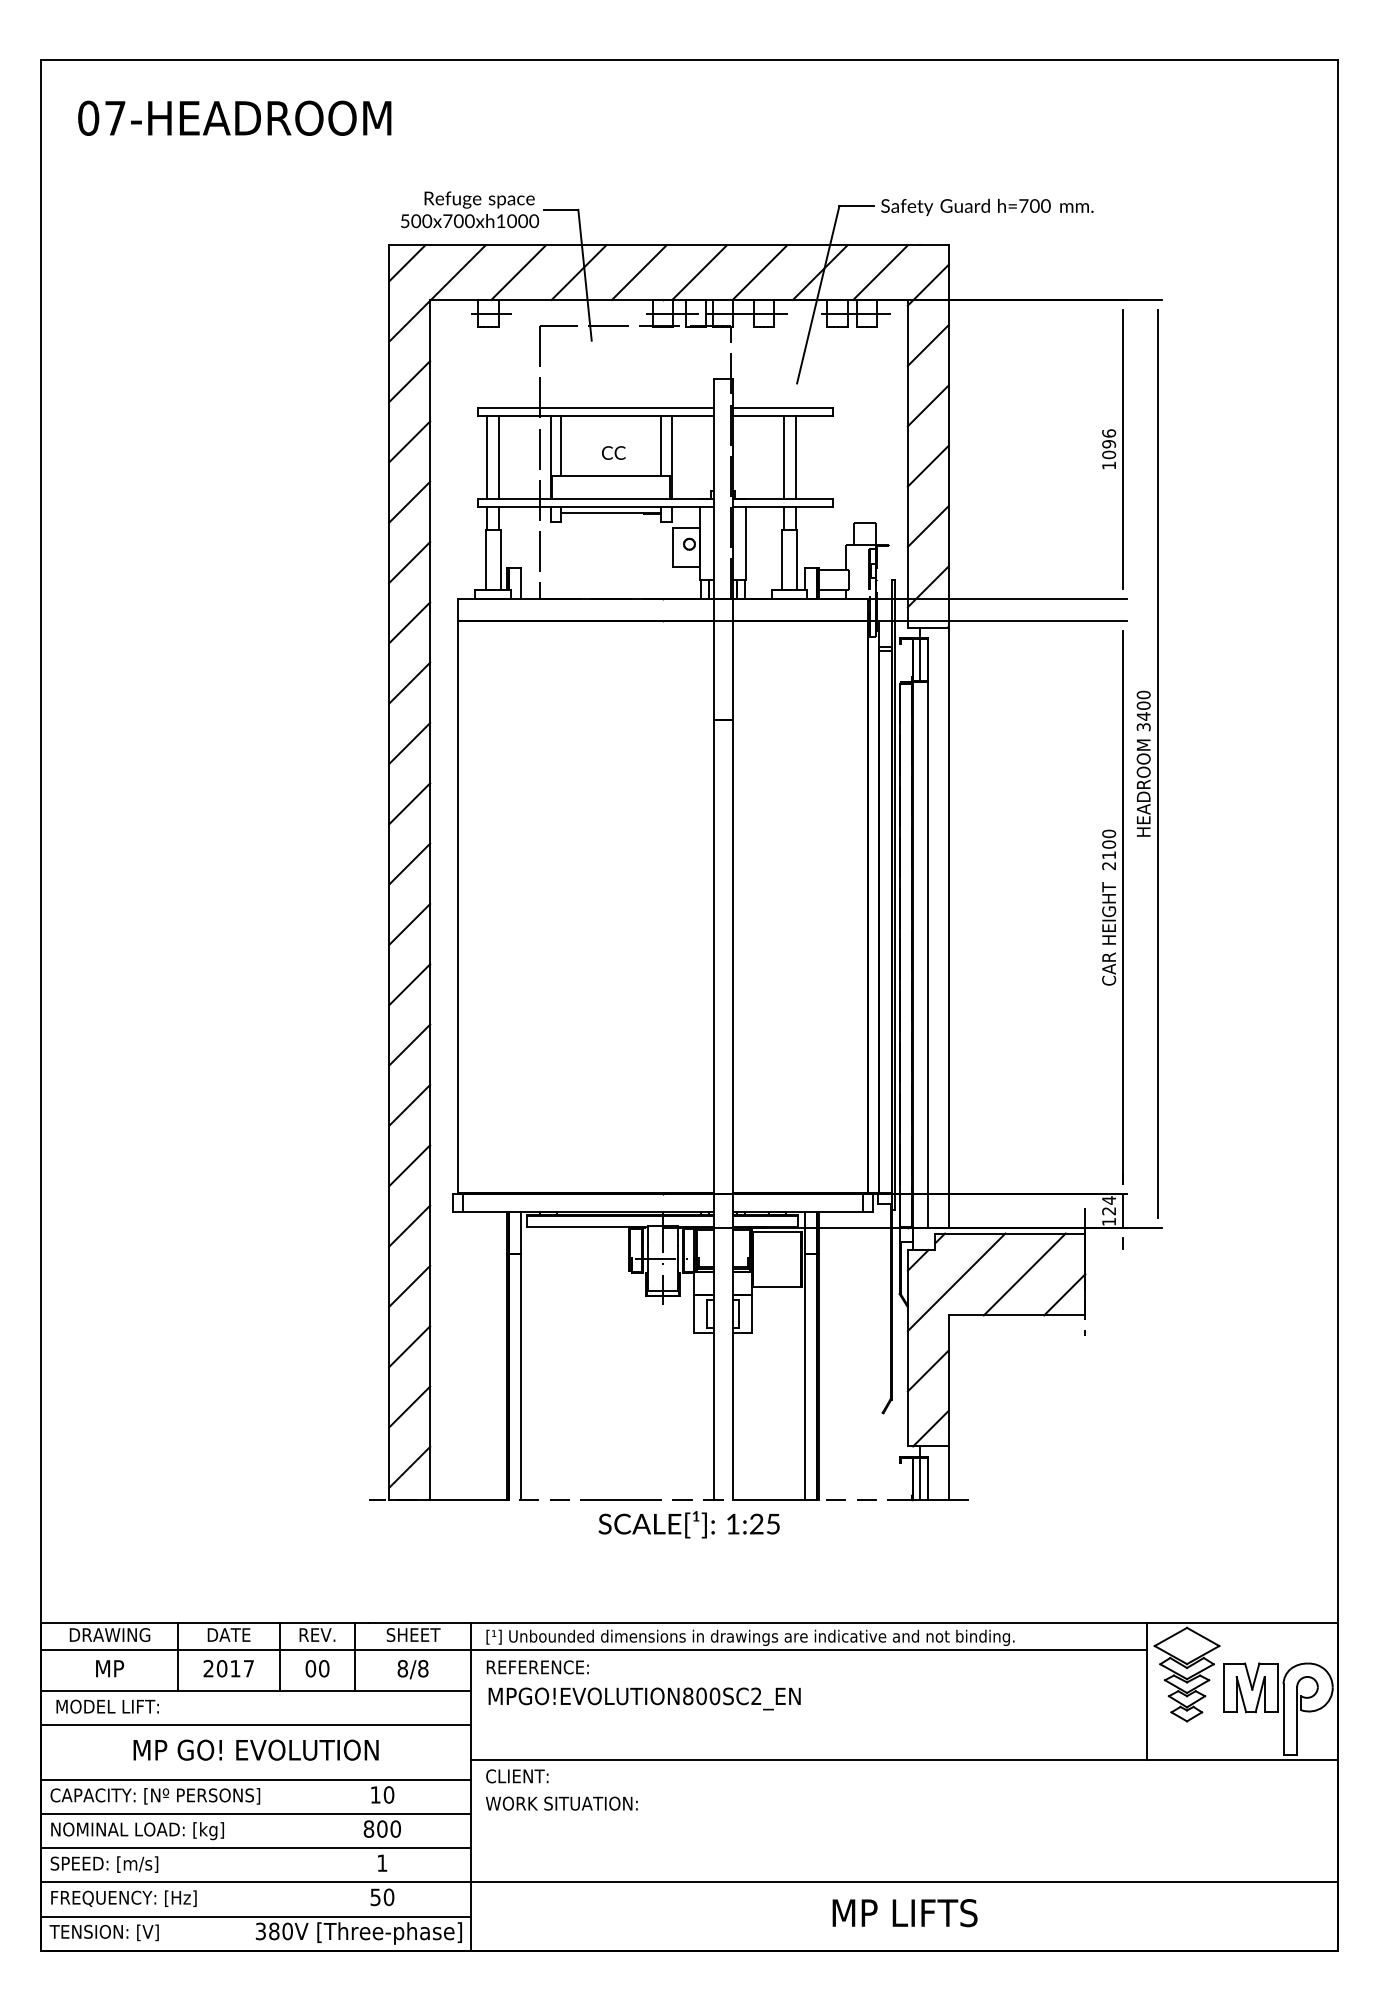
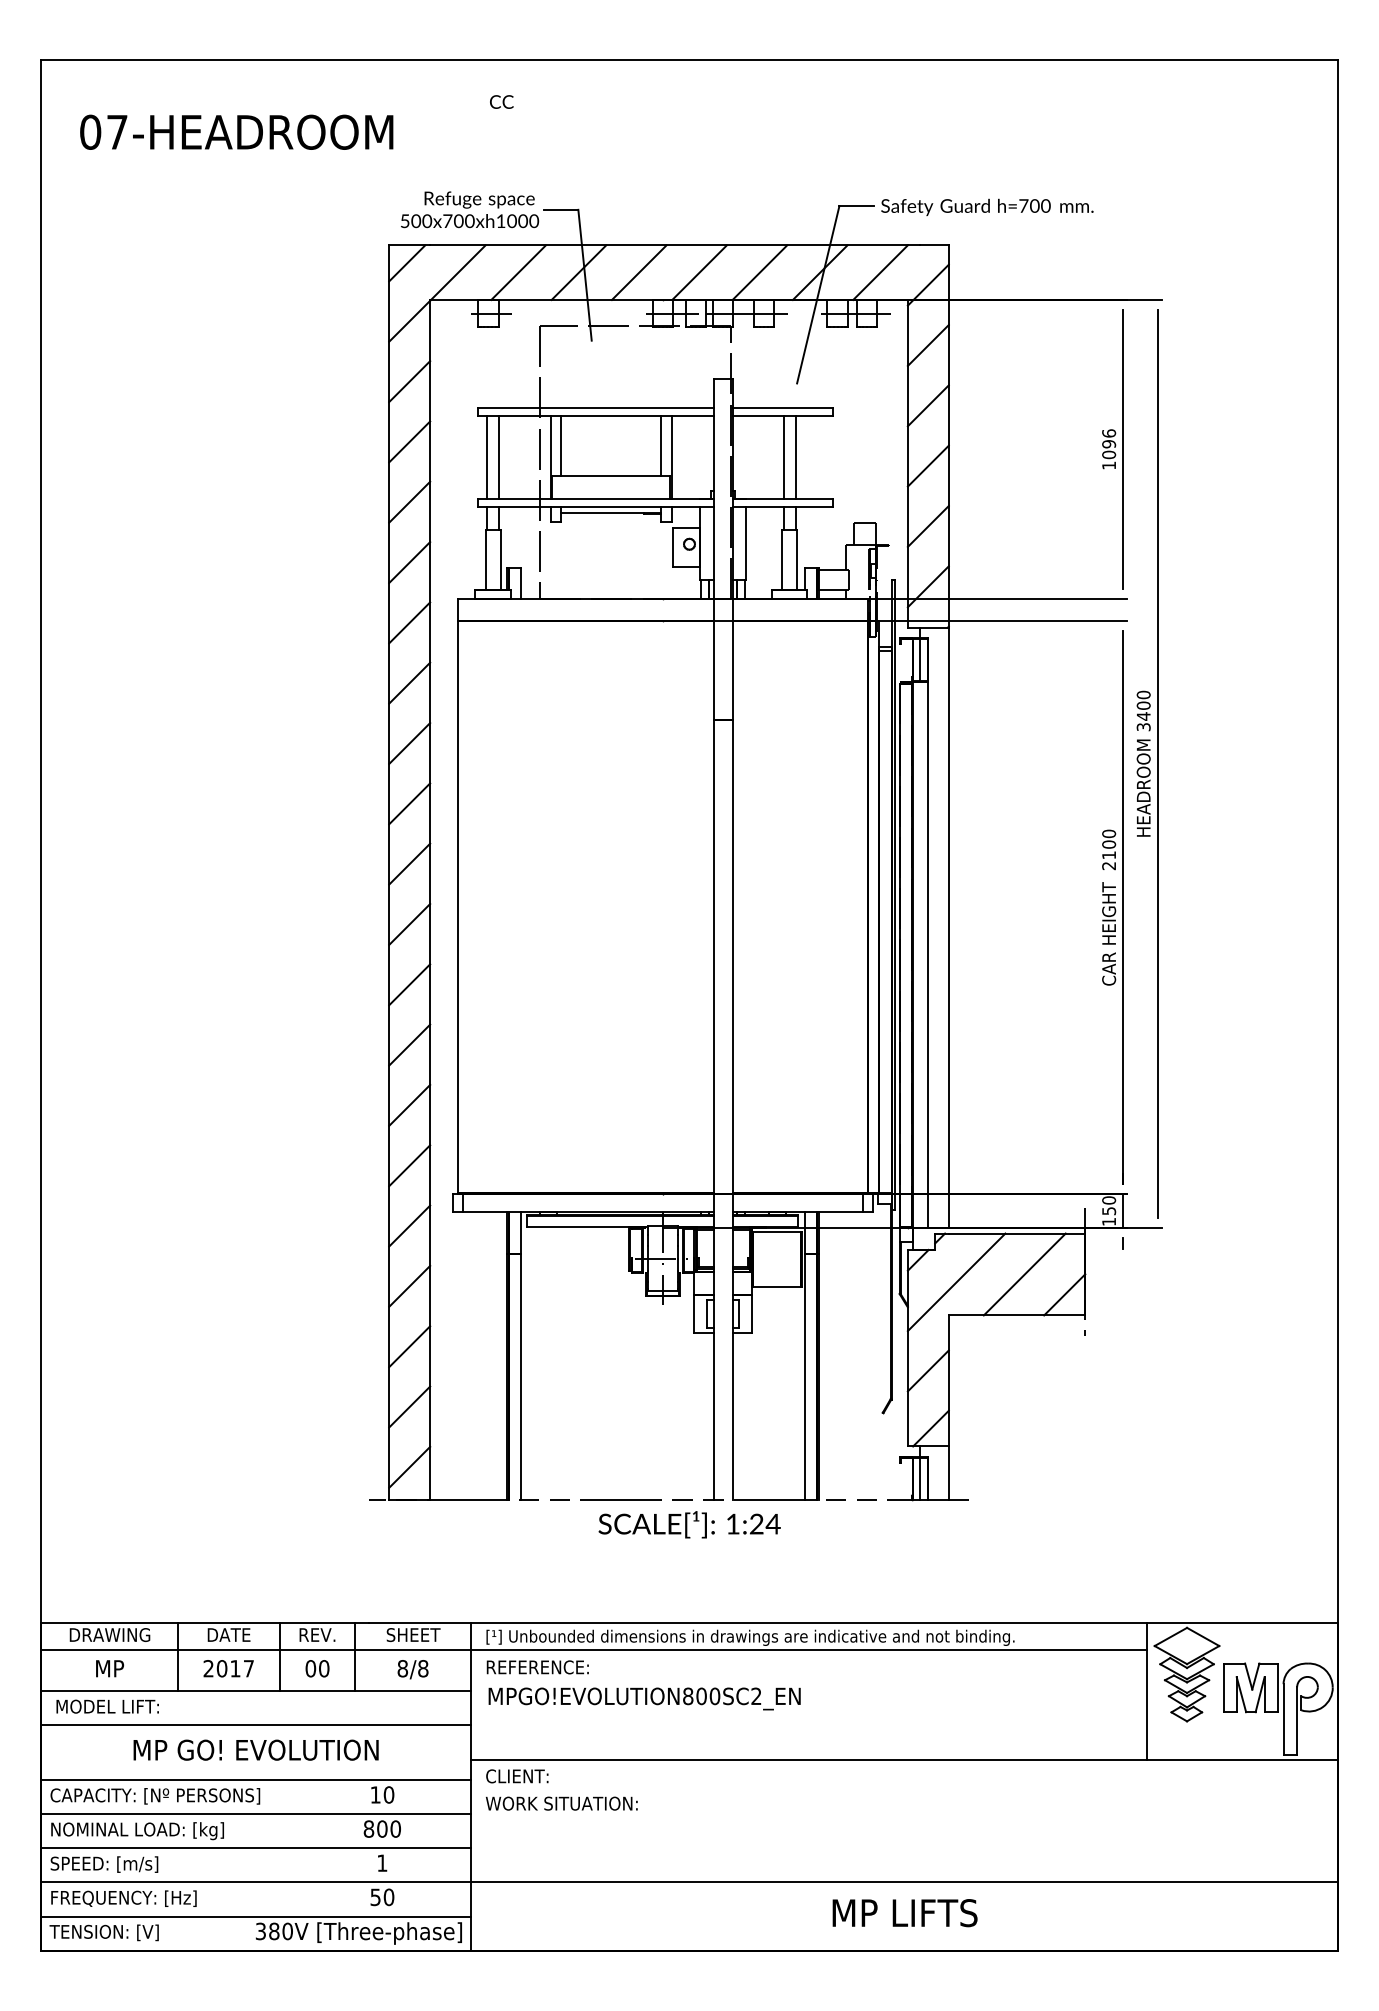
text at (234, 117) position: (234, 117) -> (236, 131)
text at (613, 452) position: (613, 452) -> (501, 101)
text at (1109, 1205): 124 -> 150
text at (772, 1524): 1:25 -> 1:24
